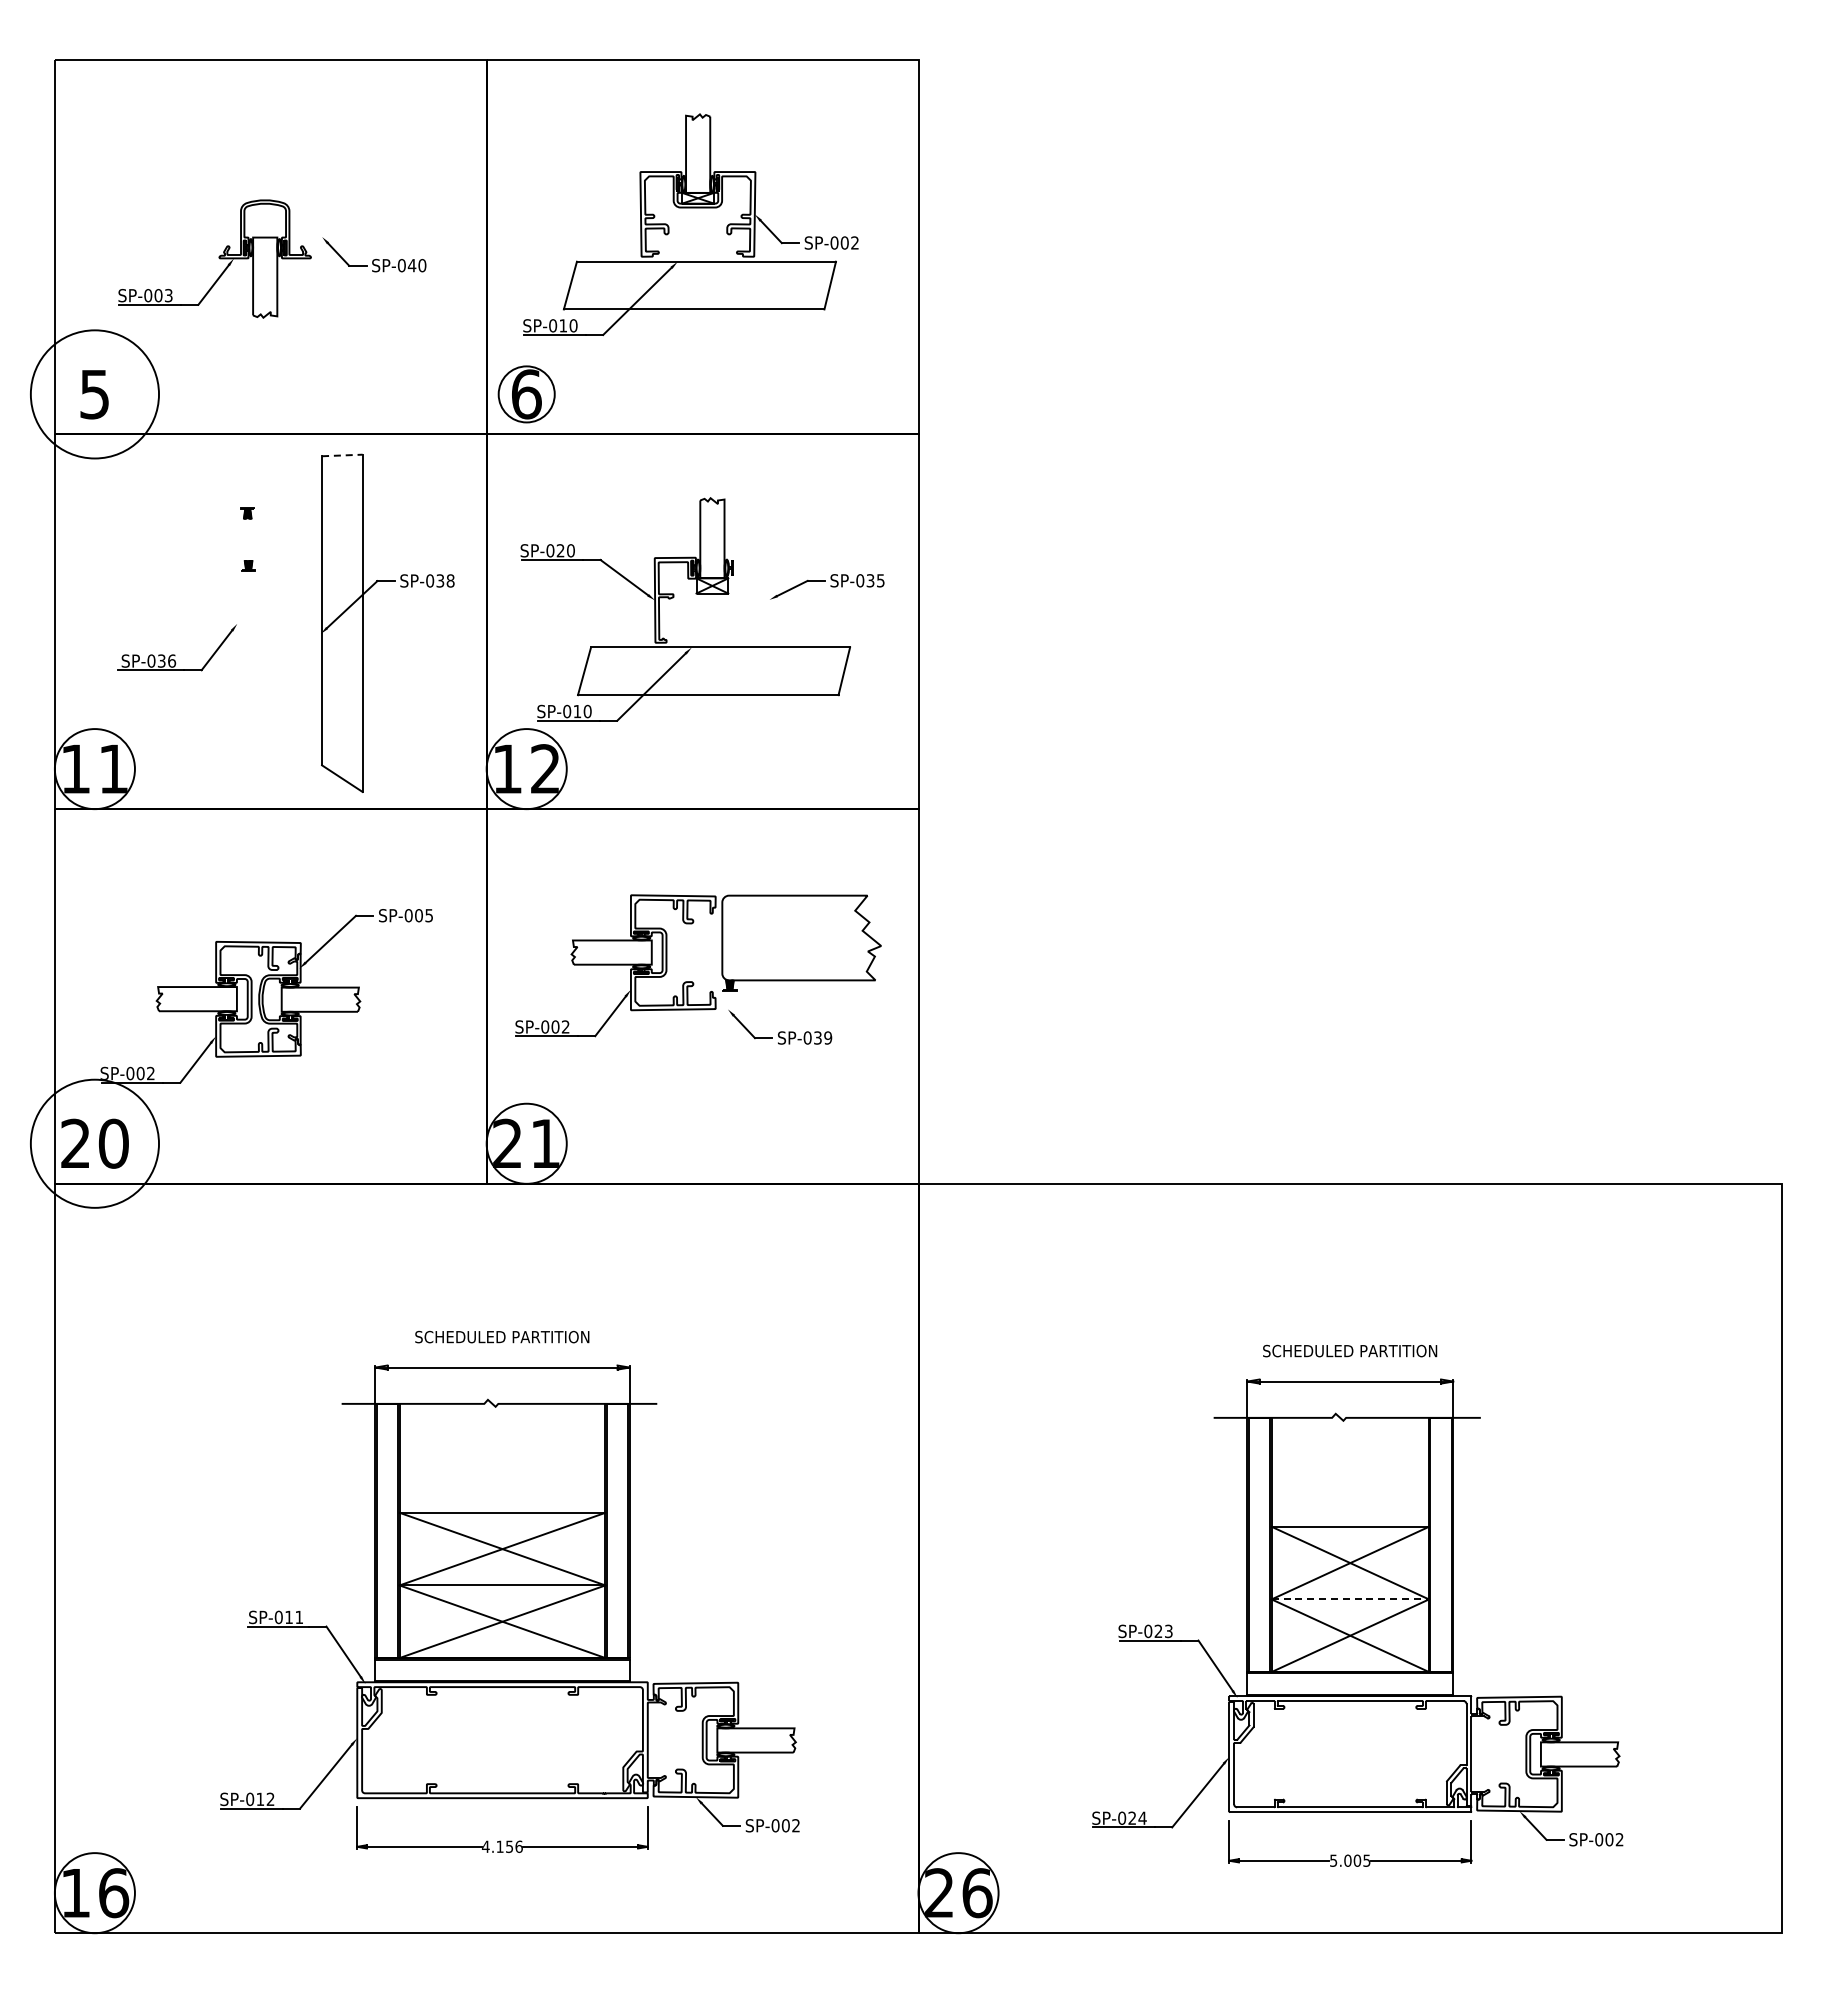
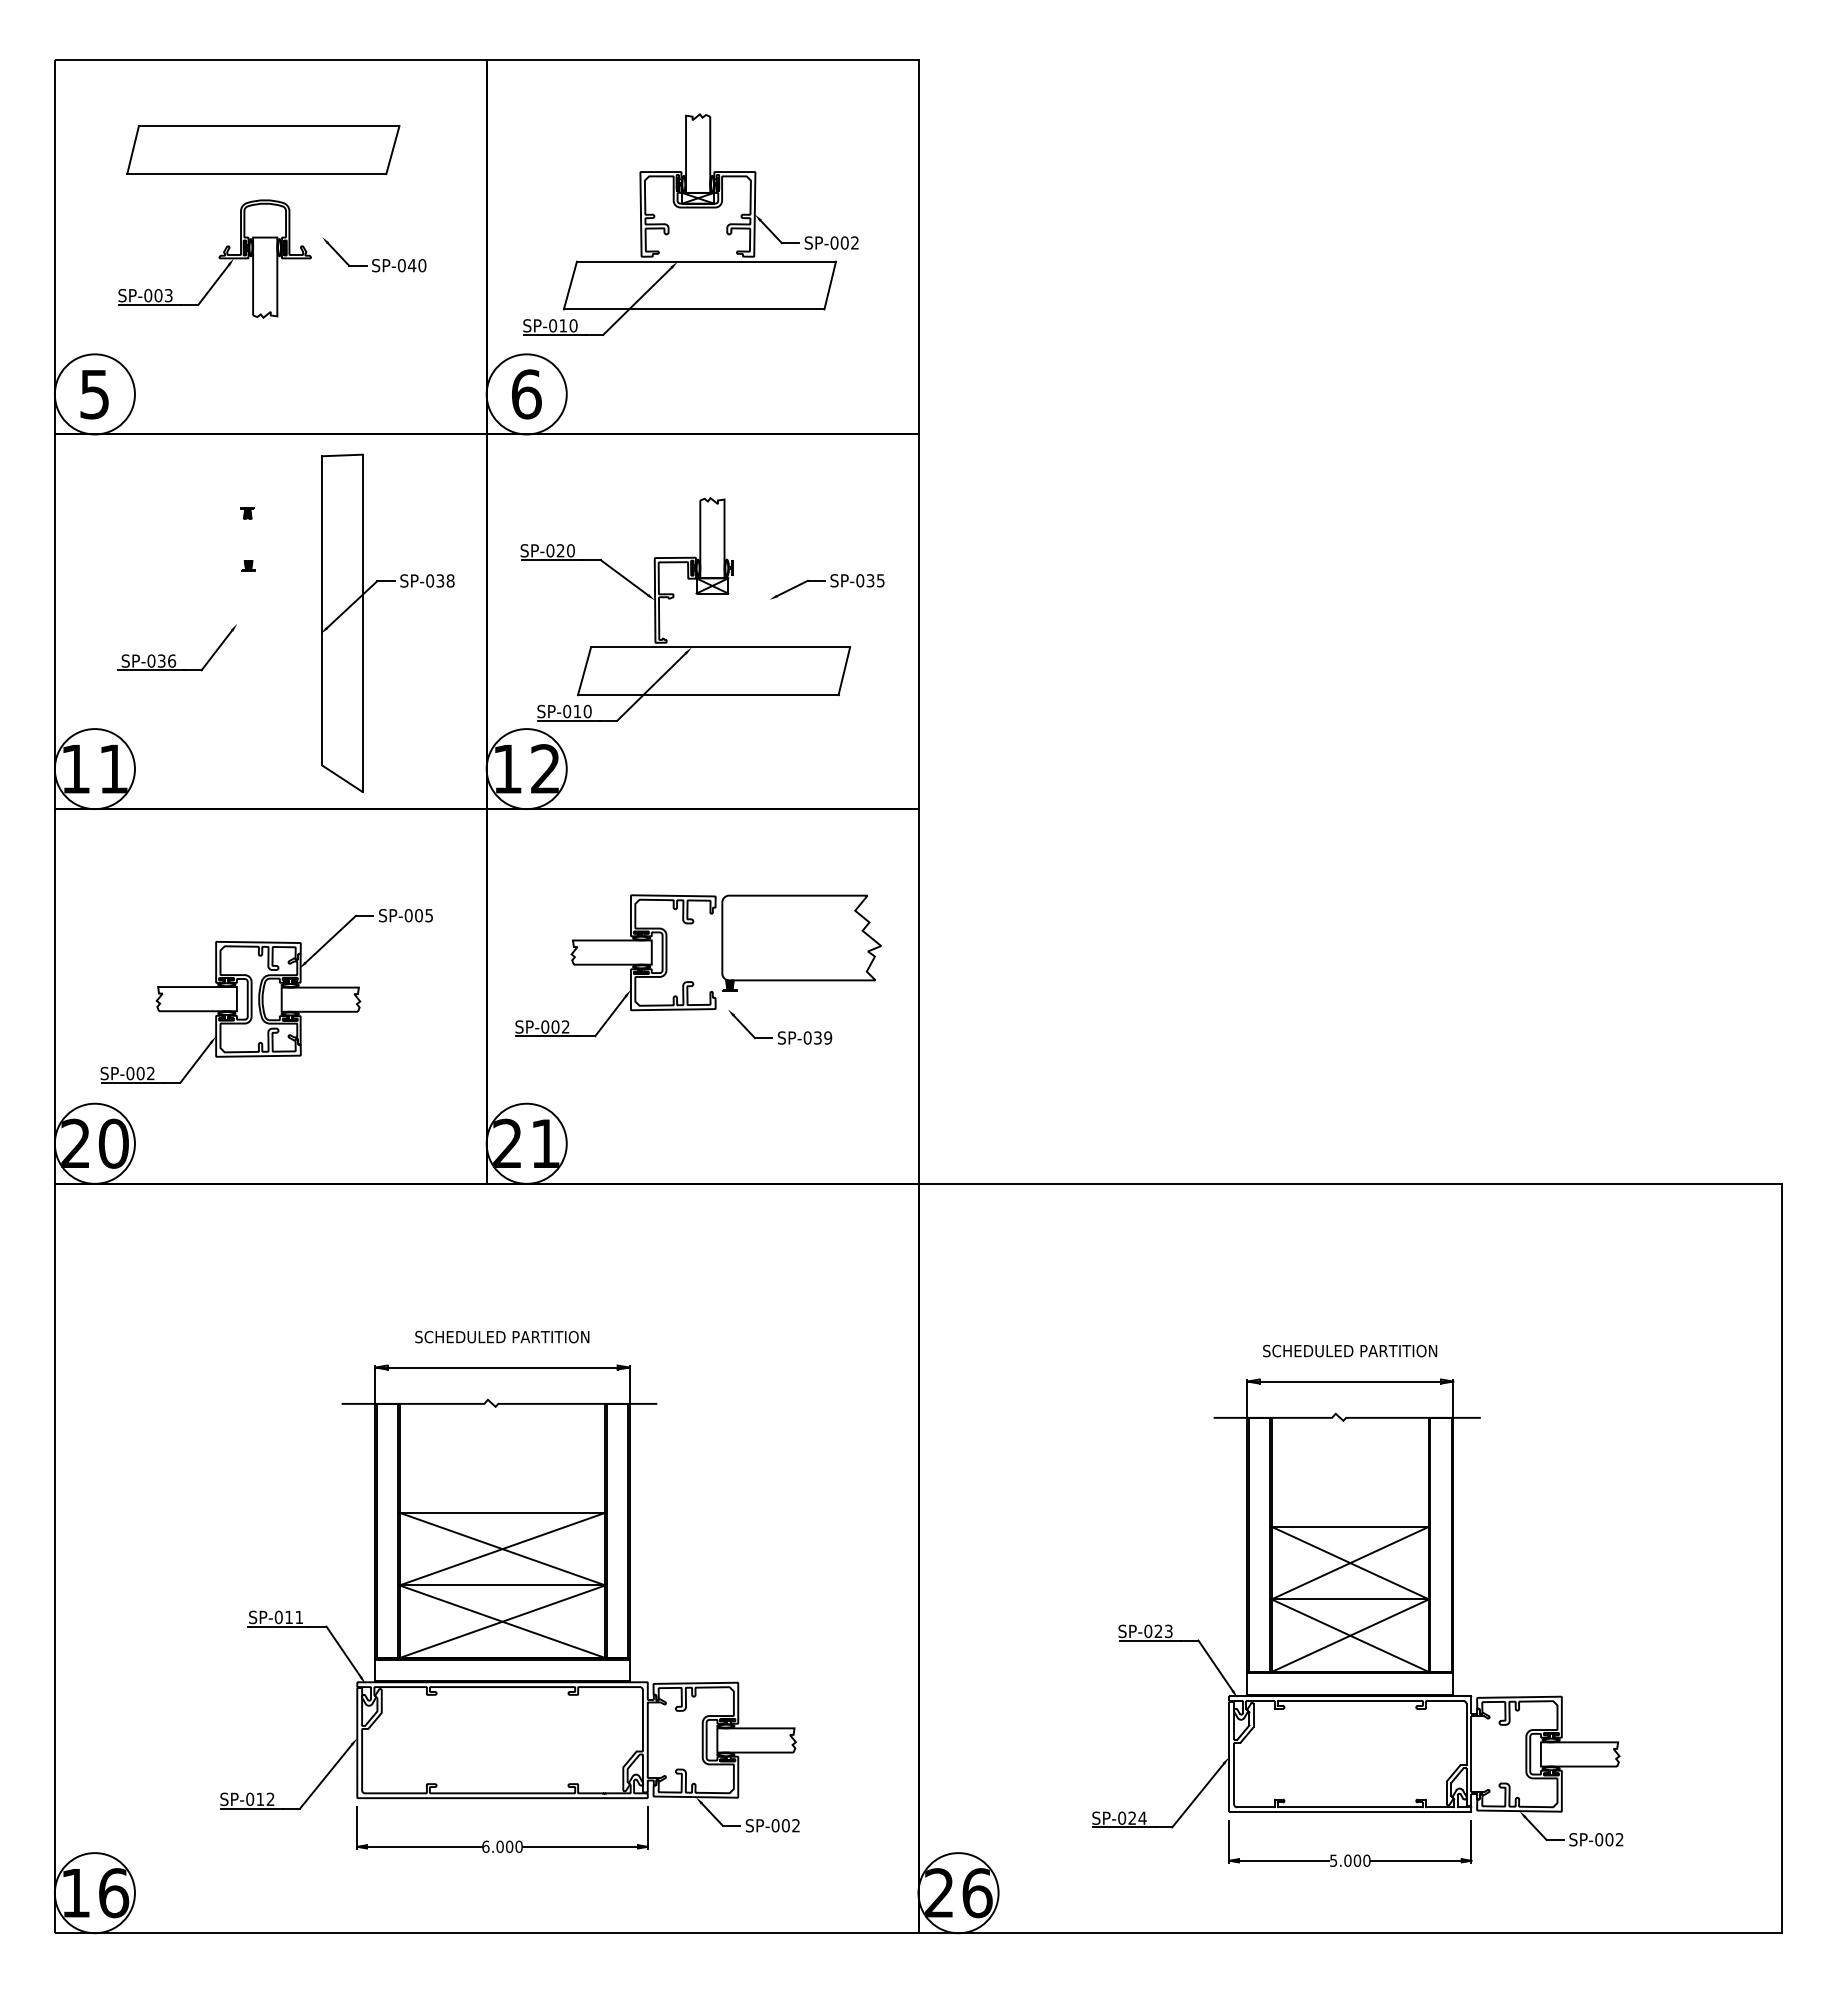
part at (263, 149): none -> present
circle at (94, 394) diameter: 128 px -> 80 px
circle at (526, 394) diameter: 56 px -> 80 px
line at (342, 455): dashed -> solid
circle at (94, 1143) diameter: 128 px -> 80 px
line at (1350, 1599): dashed -> solid
text at (501, 1846): 4.156 -> 6.000
text at (1366, 1860): 5.005 -> 5.000
